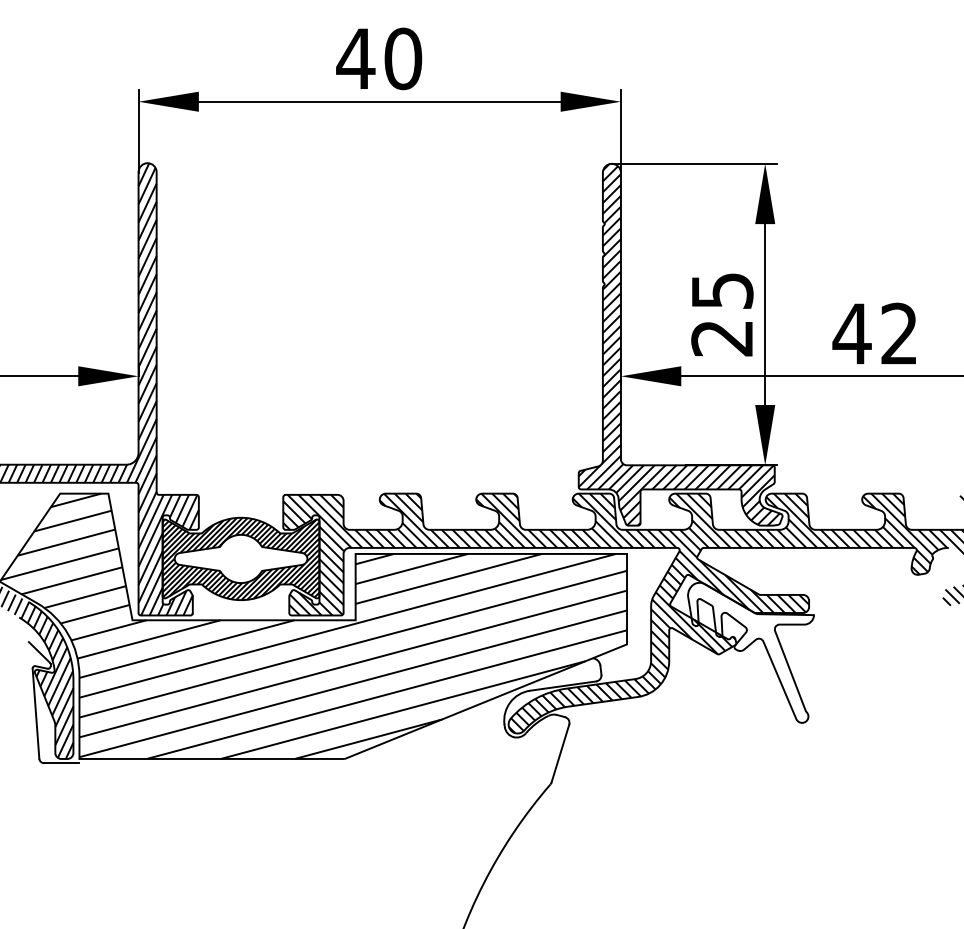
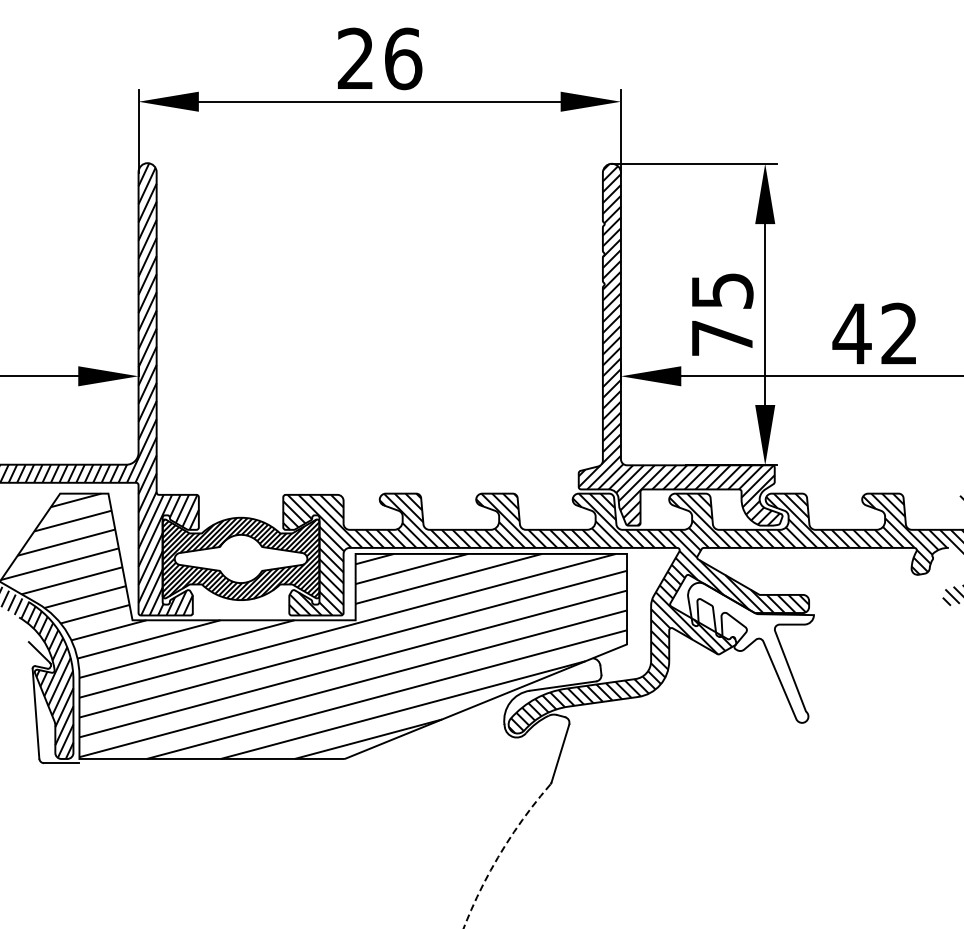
text at (379, 58): 40 -> 26
text at (721, 338): 25 -> 75
arc at (501, 852): solid -> dashed
